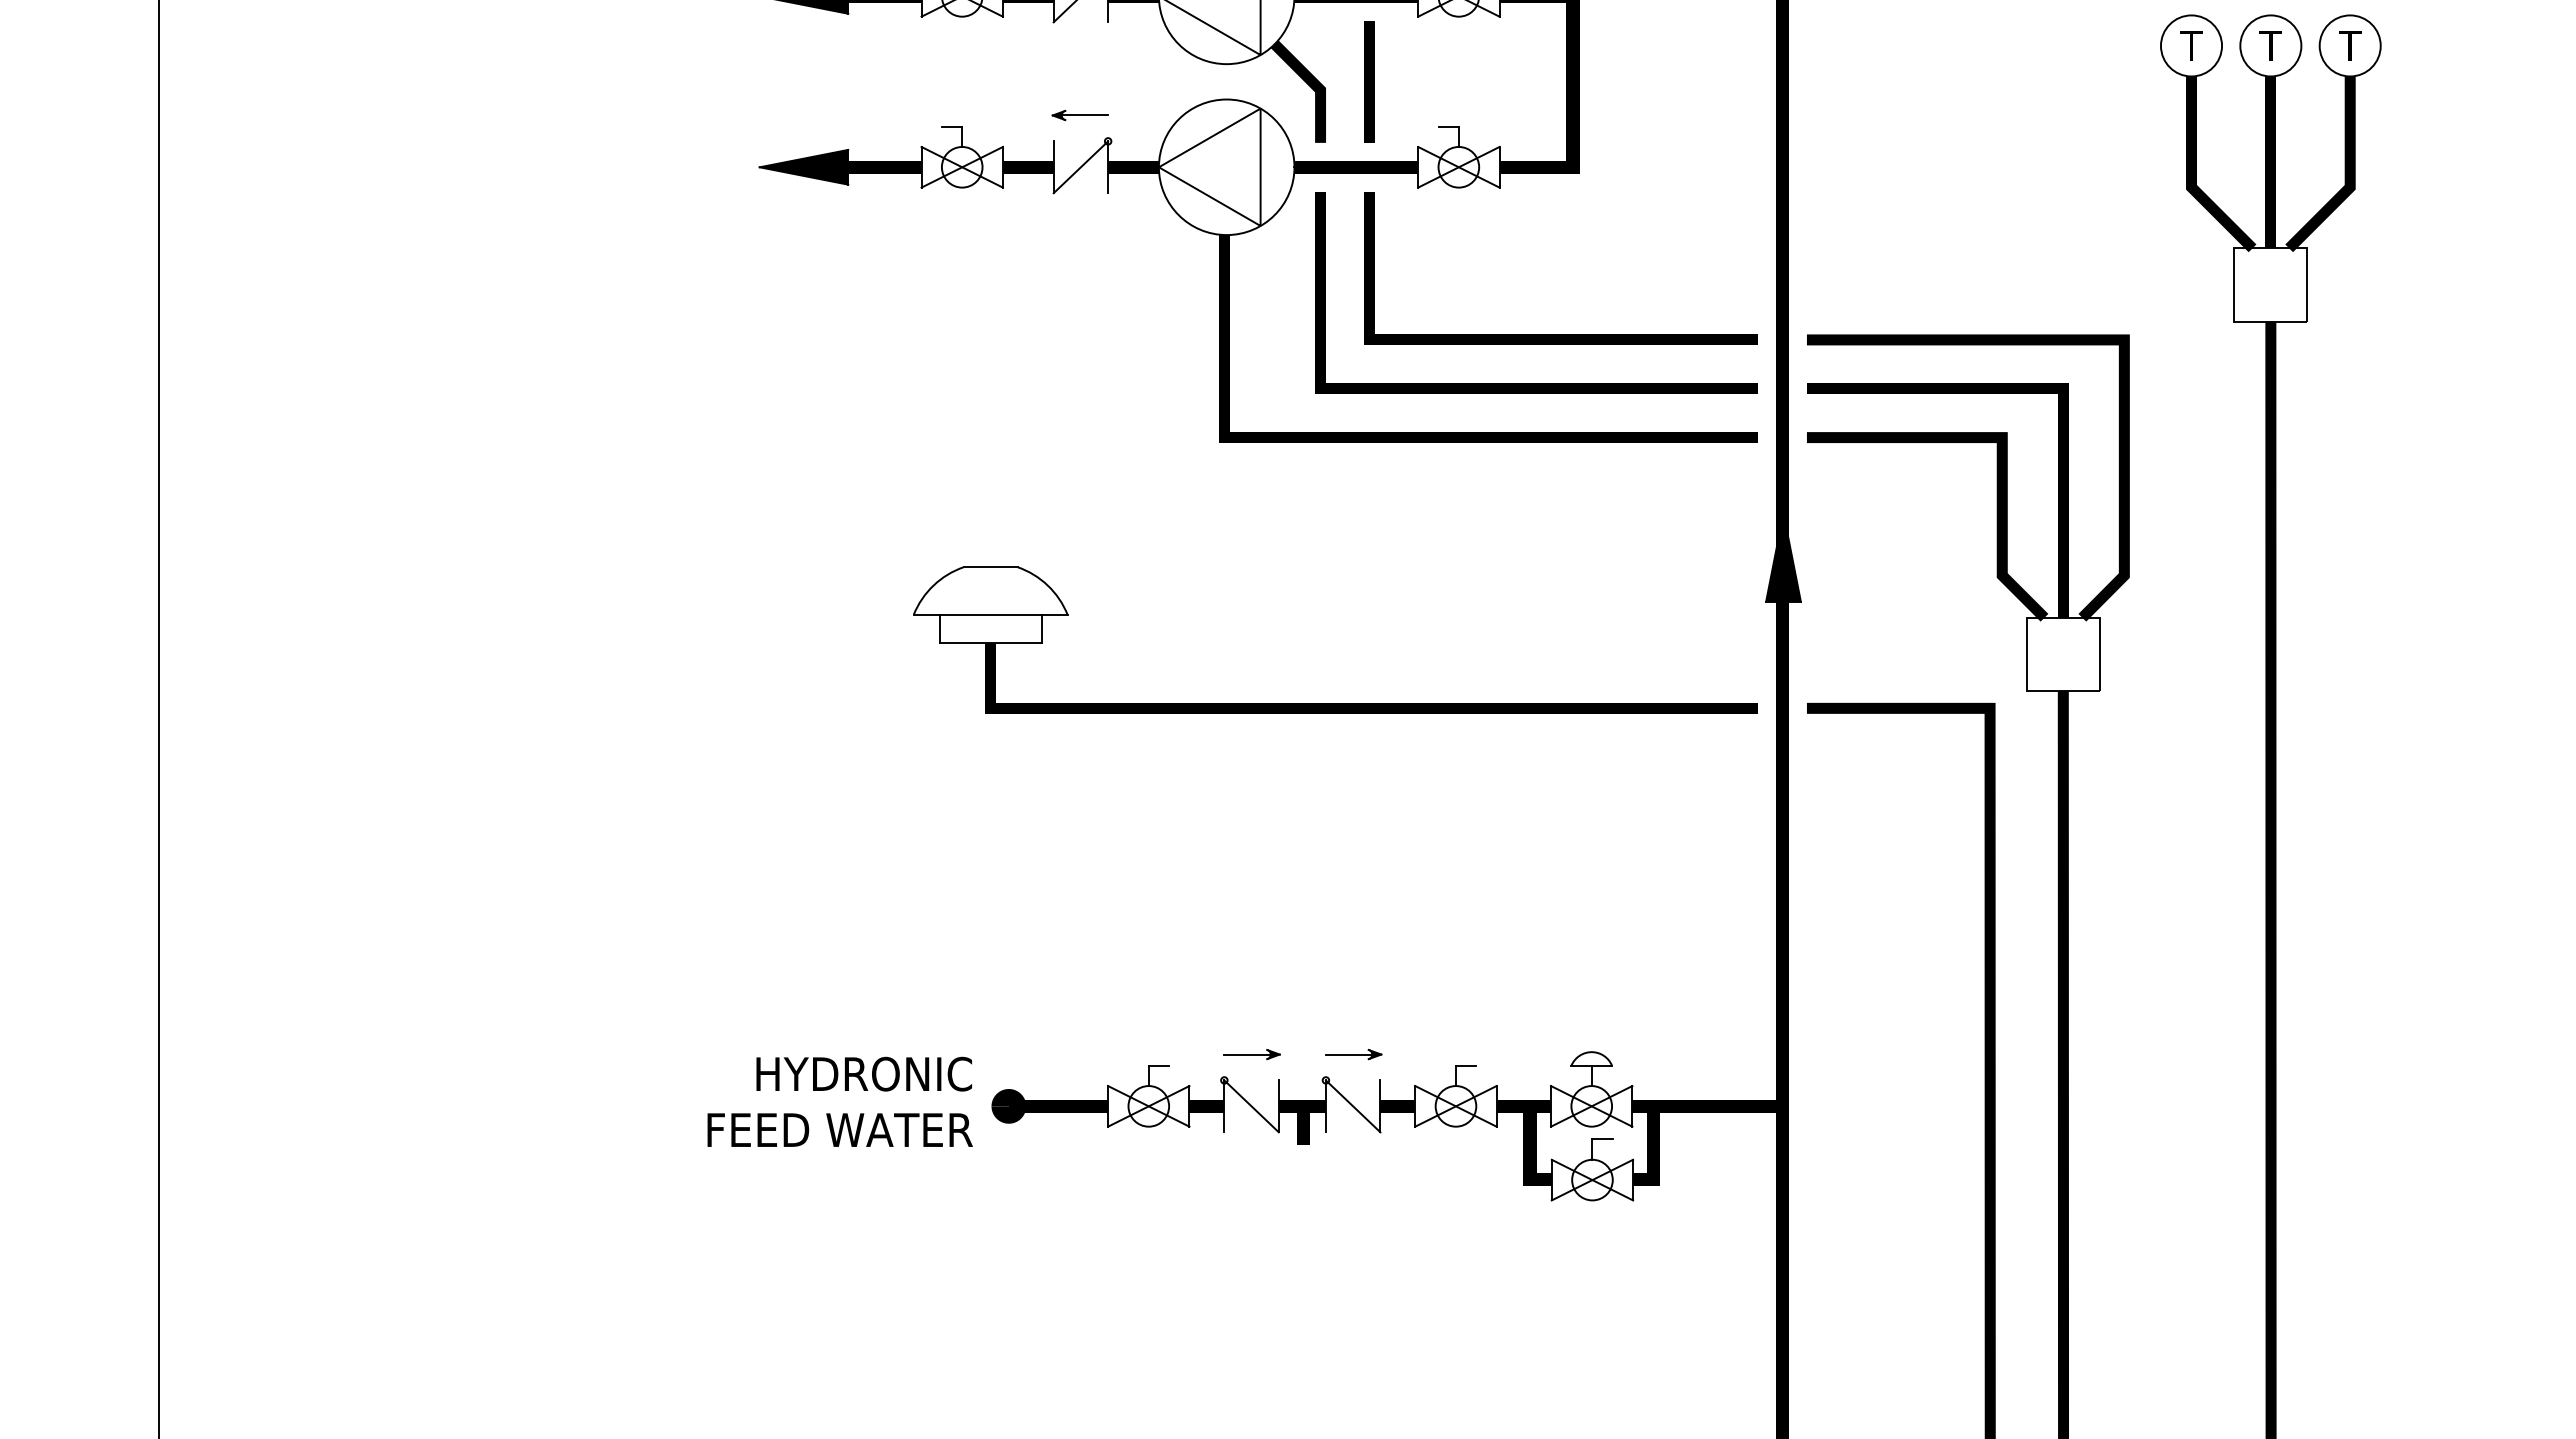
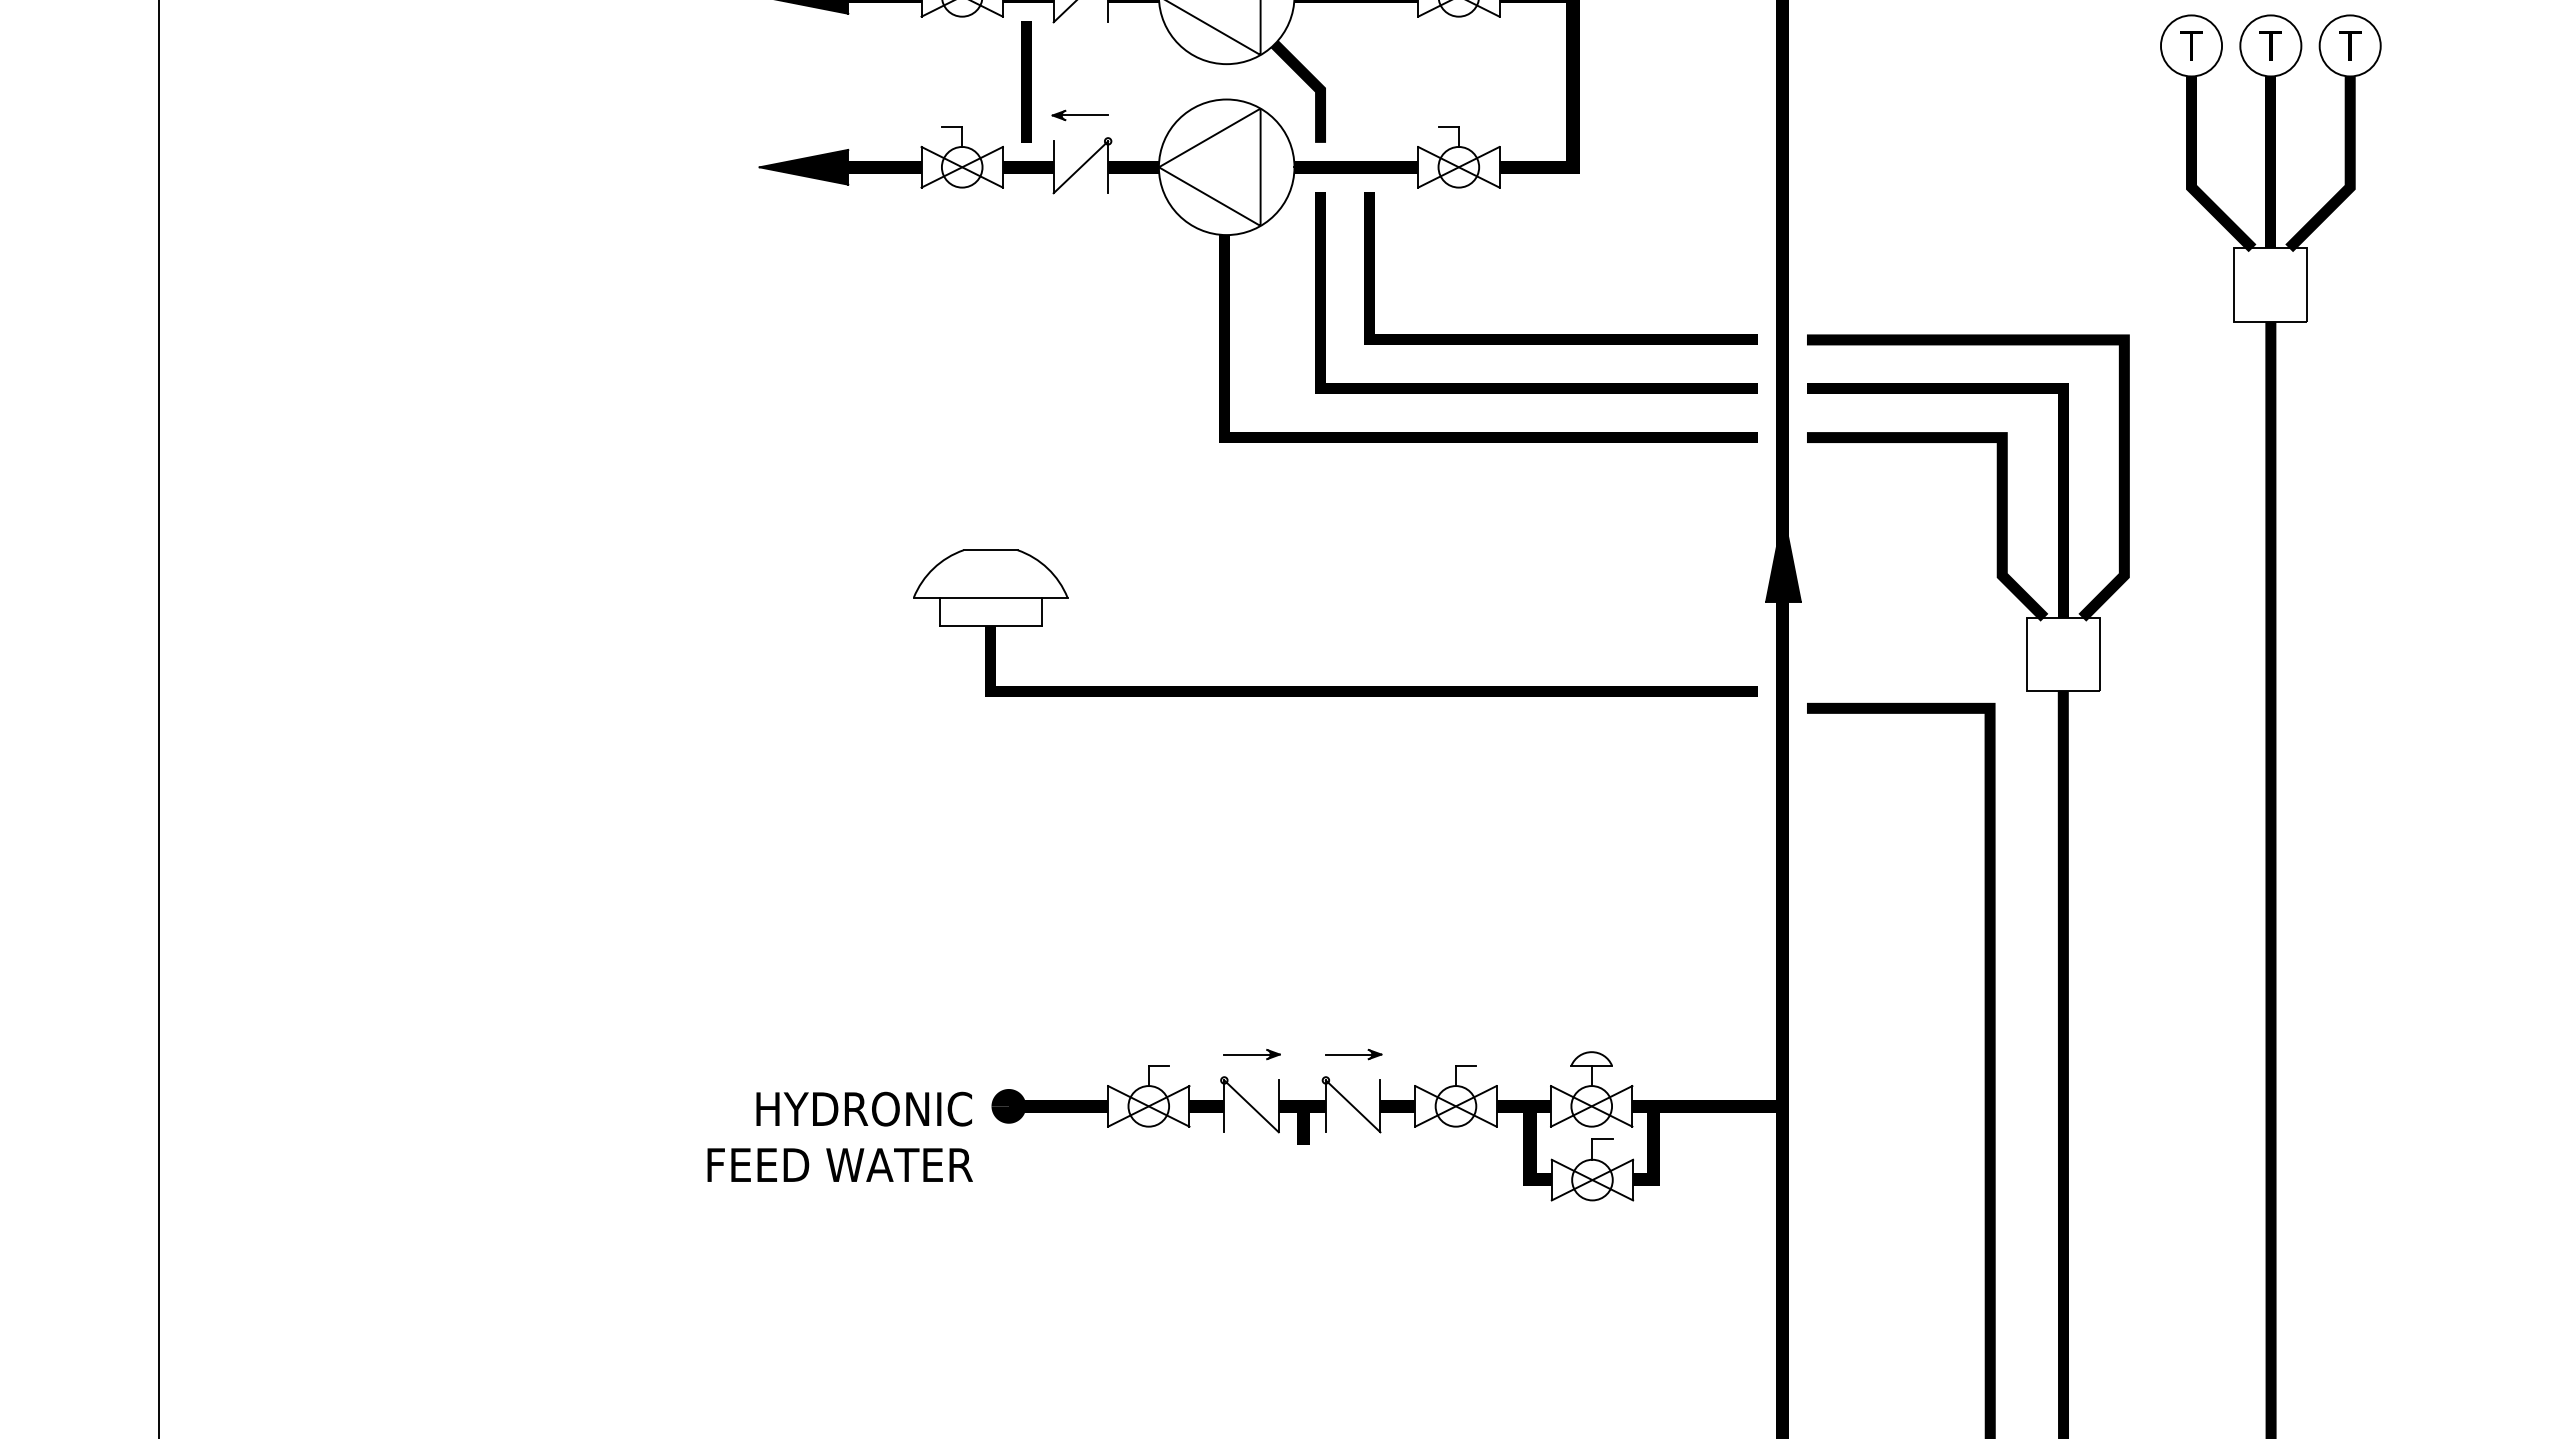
line at (1369, 81) position: (1369, 81) -> (1026, 81)
part at (1335, 703) position: (1335, 703) -> (1335, 686)
text at (839, 1101) position: (839, 1101) -> (839, 1136)
